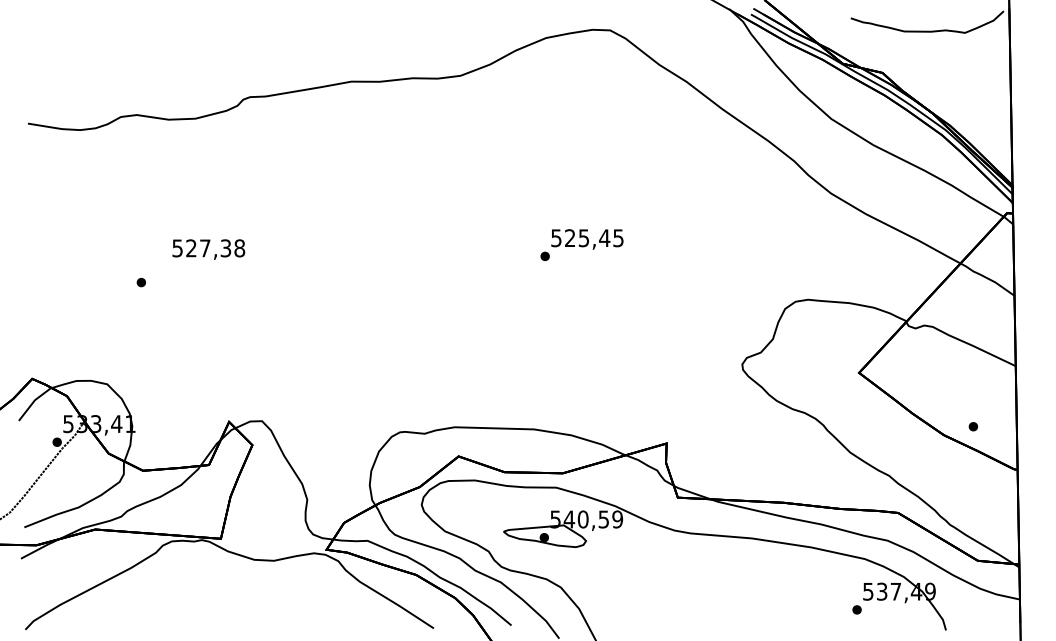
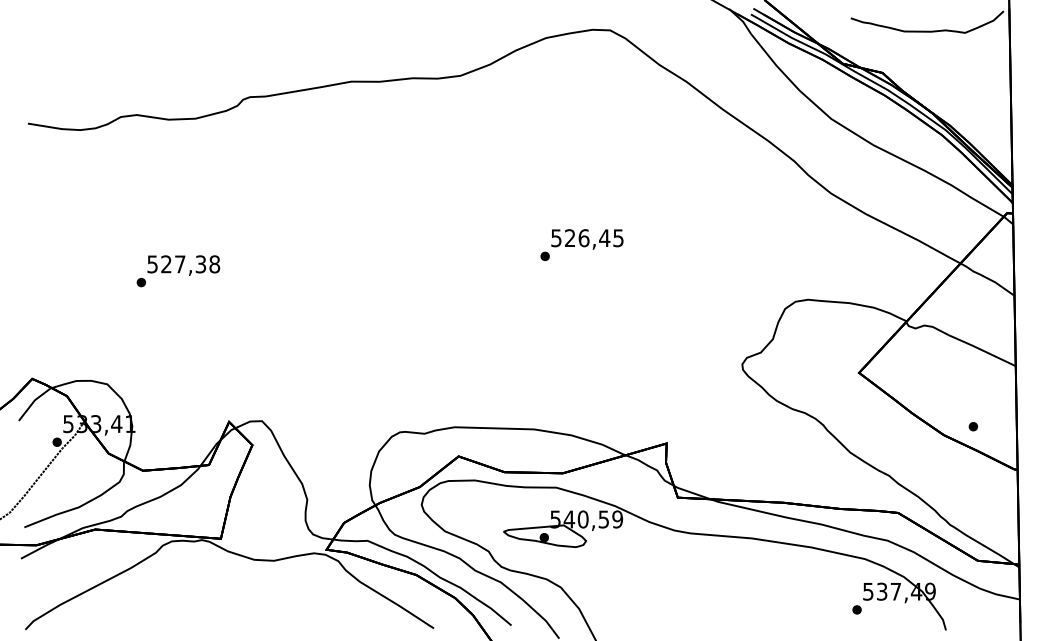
text at (583, 238): 525,45 -> 526,45
text at (208, 249) position: (208, 249) -> (183, 265)
